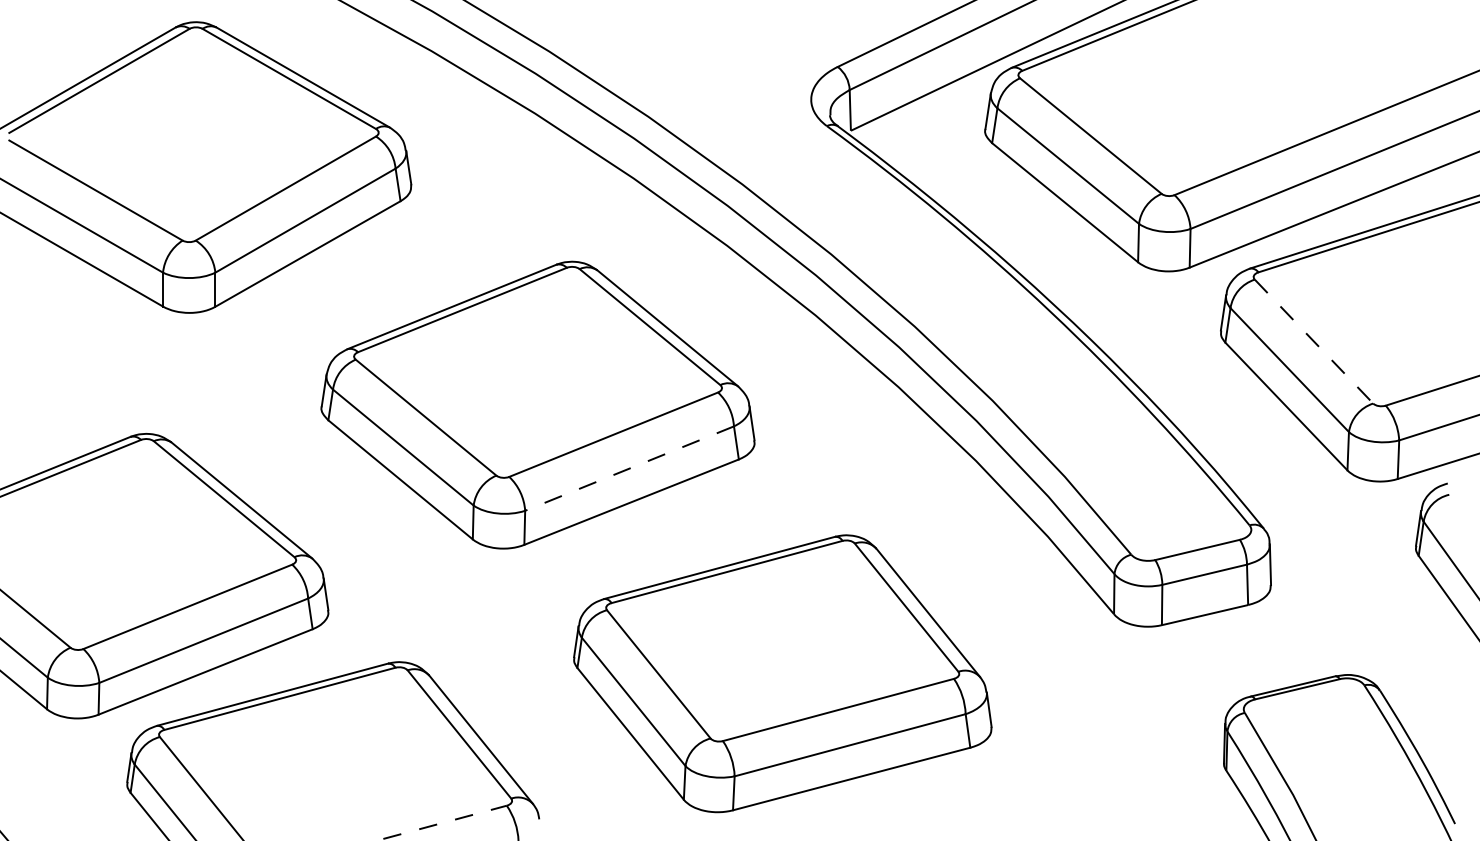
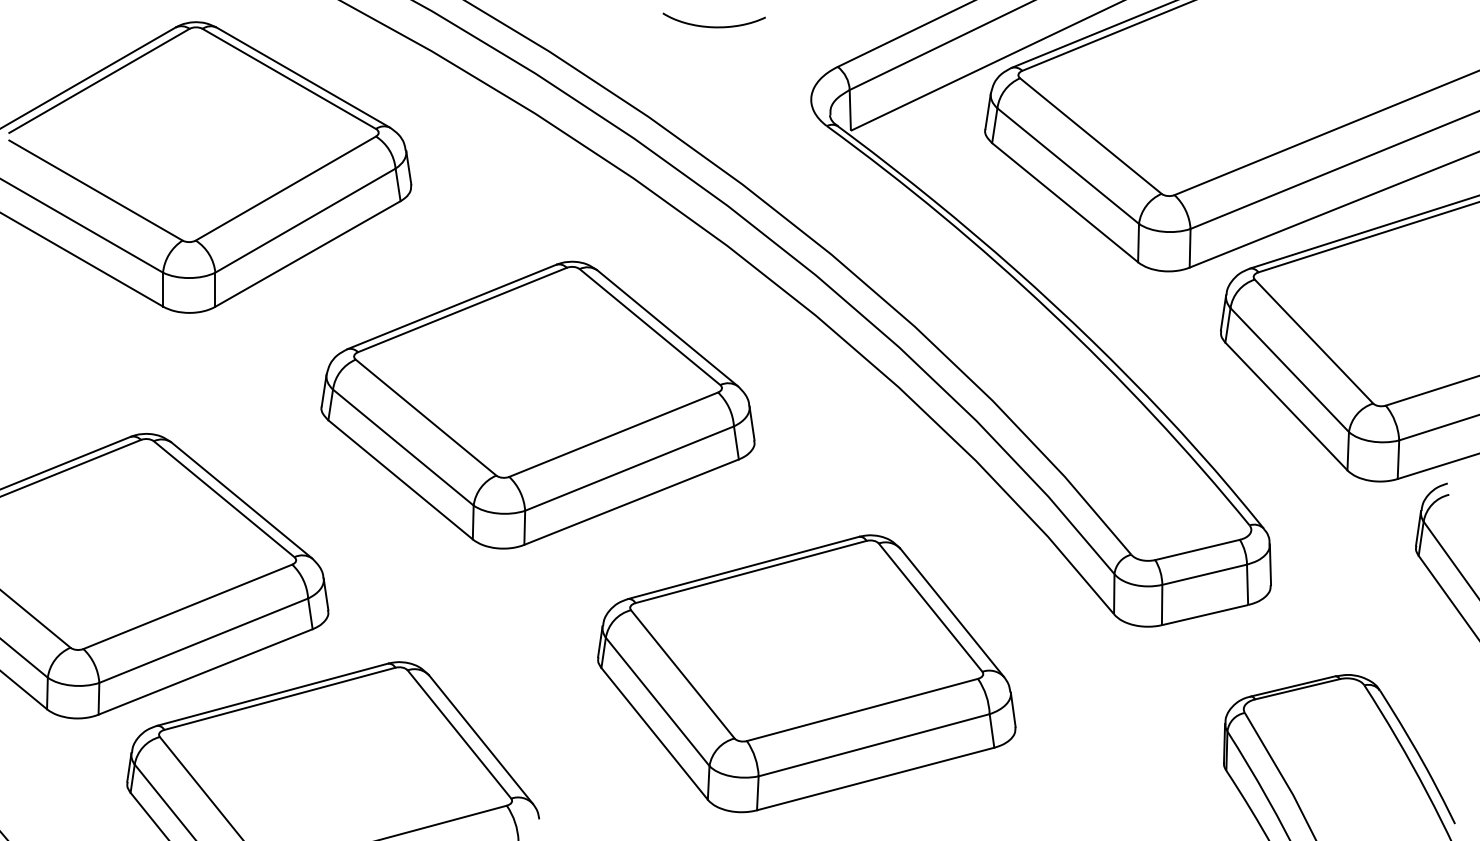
curve at (713, 26): none -> present
line at (1314, 341): dashed -> solid
line at (629, 468): dashed -> solid
part at (782, 673) position: (782, 673) -> (806, 673)
line at (441, 823): dashed -> solid
